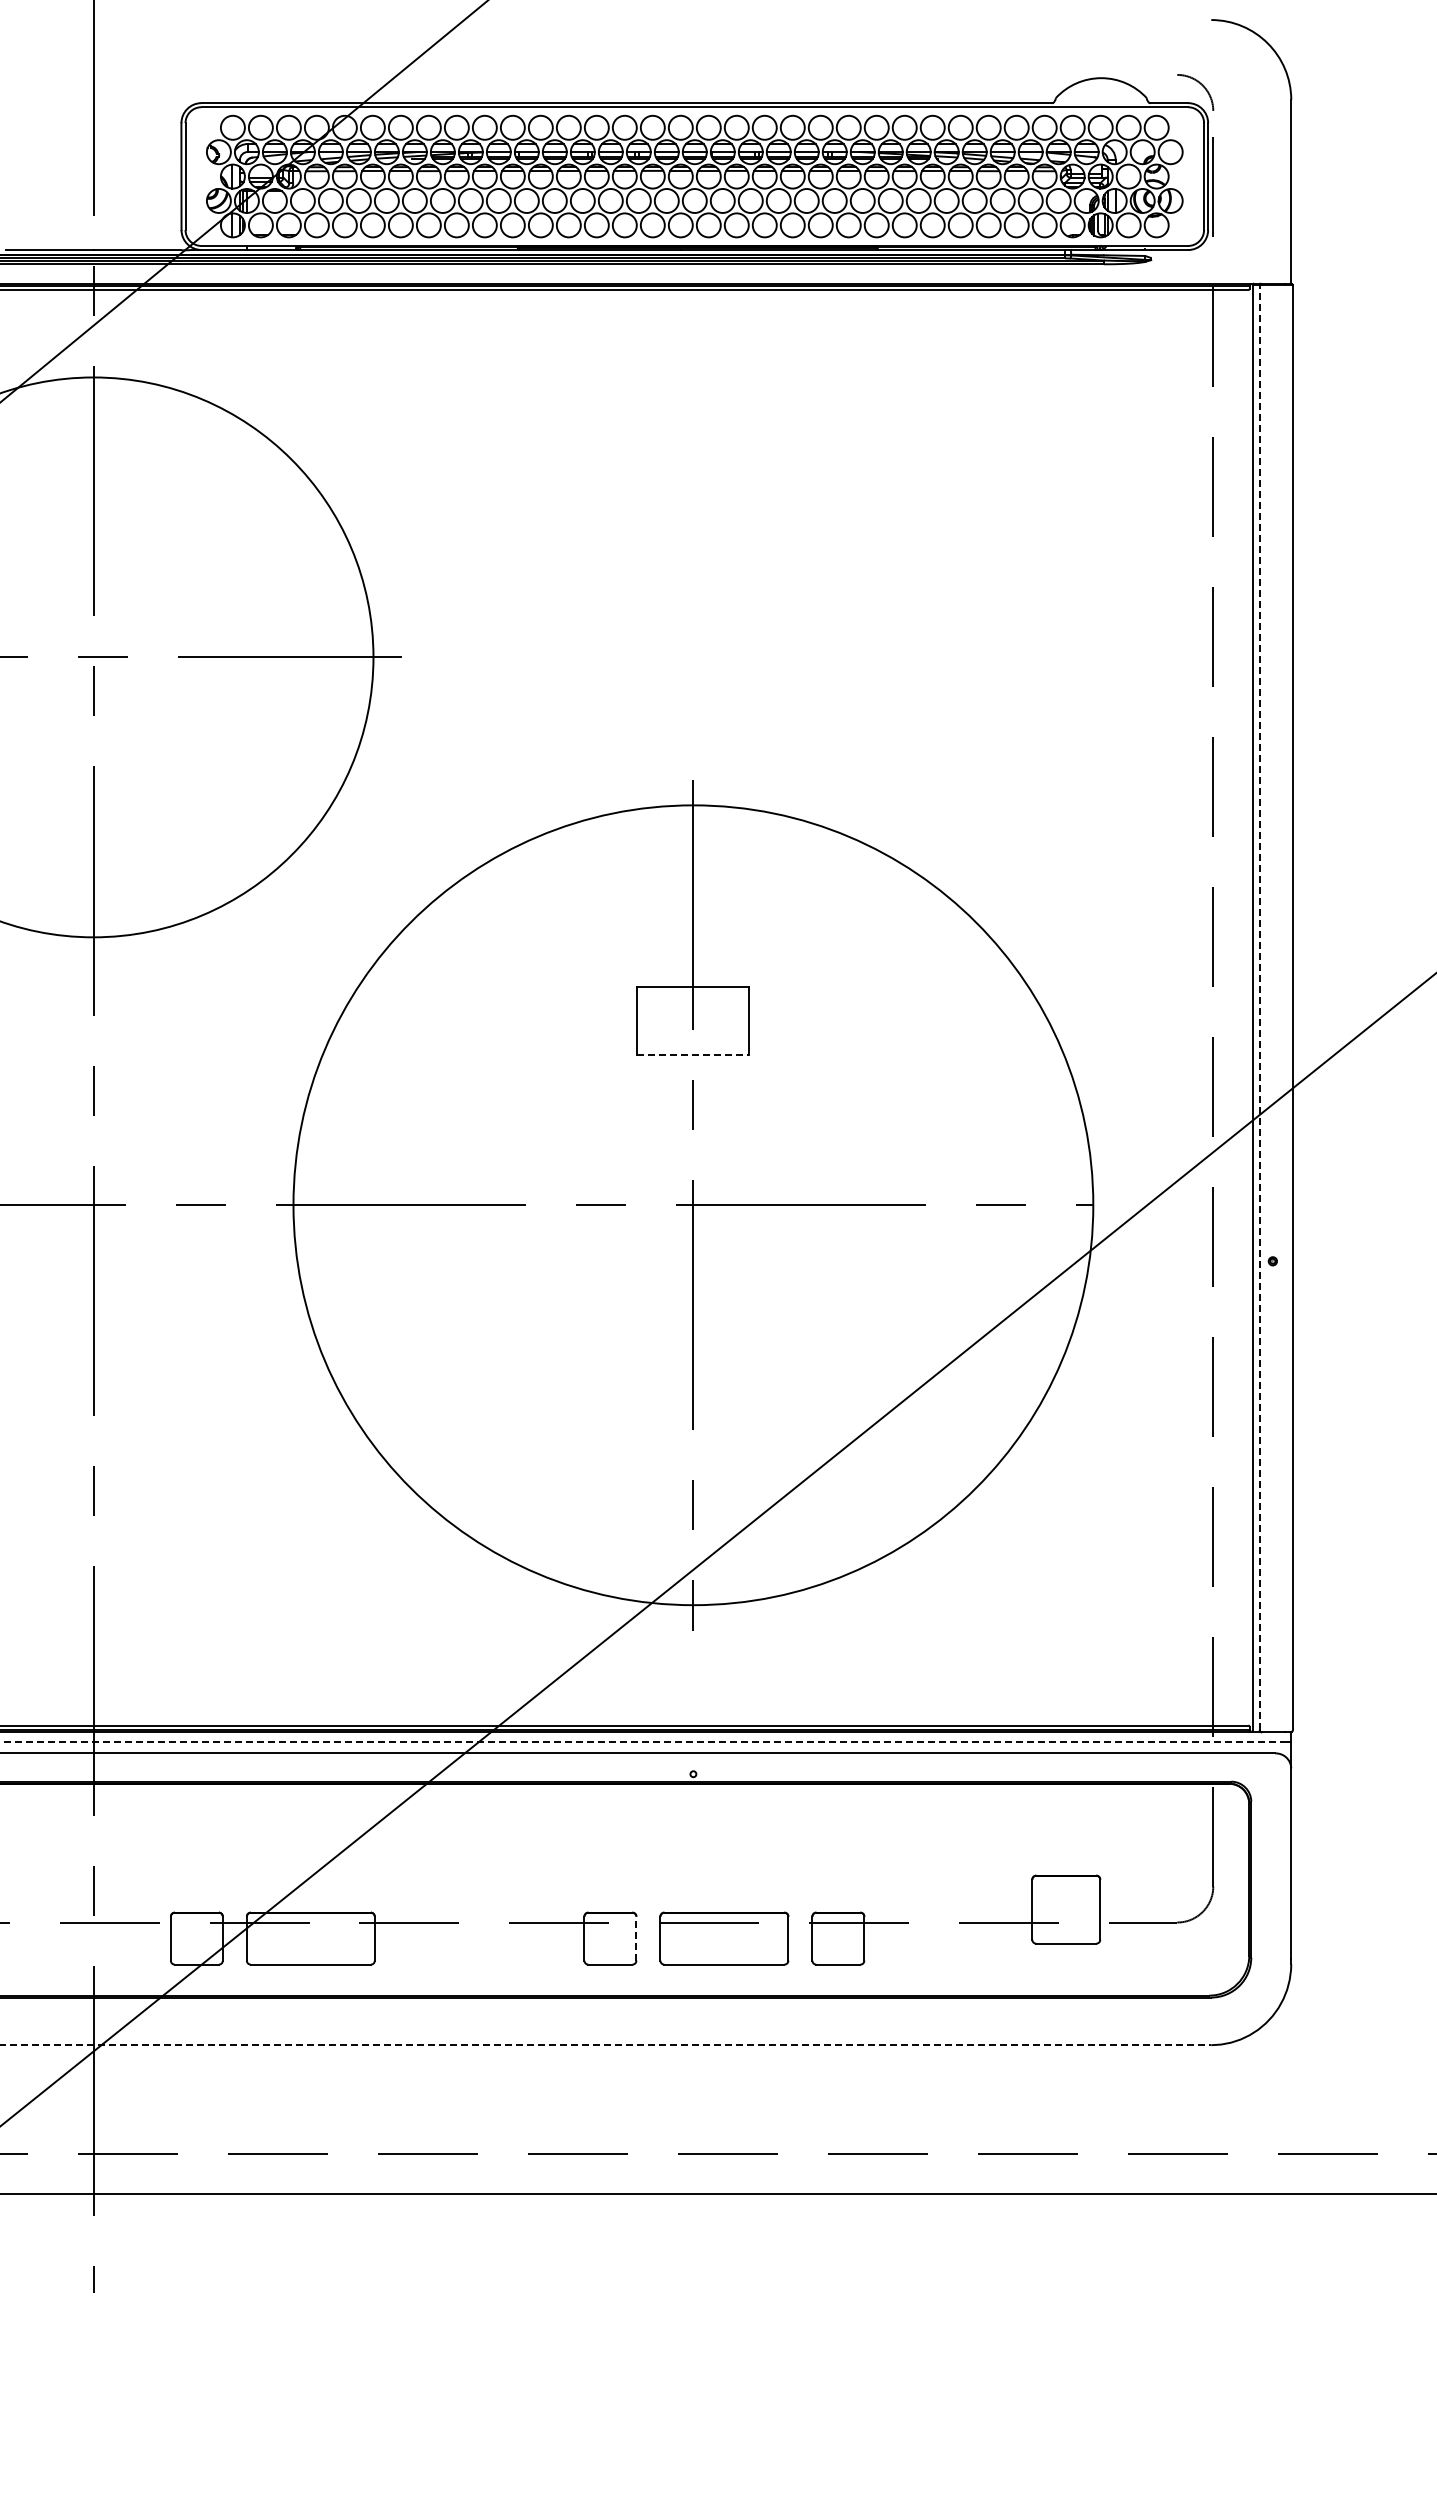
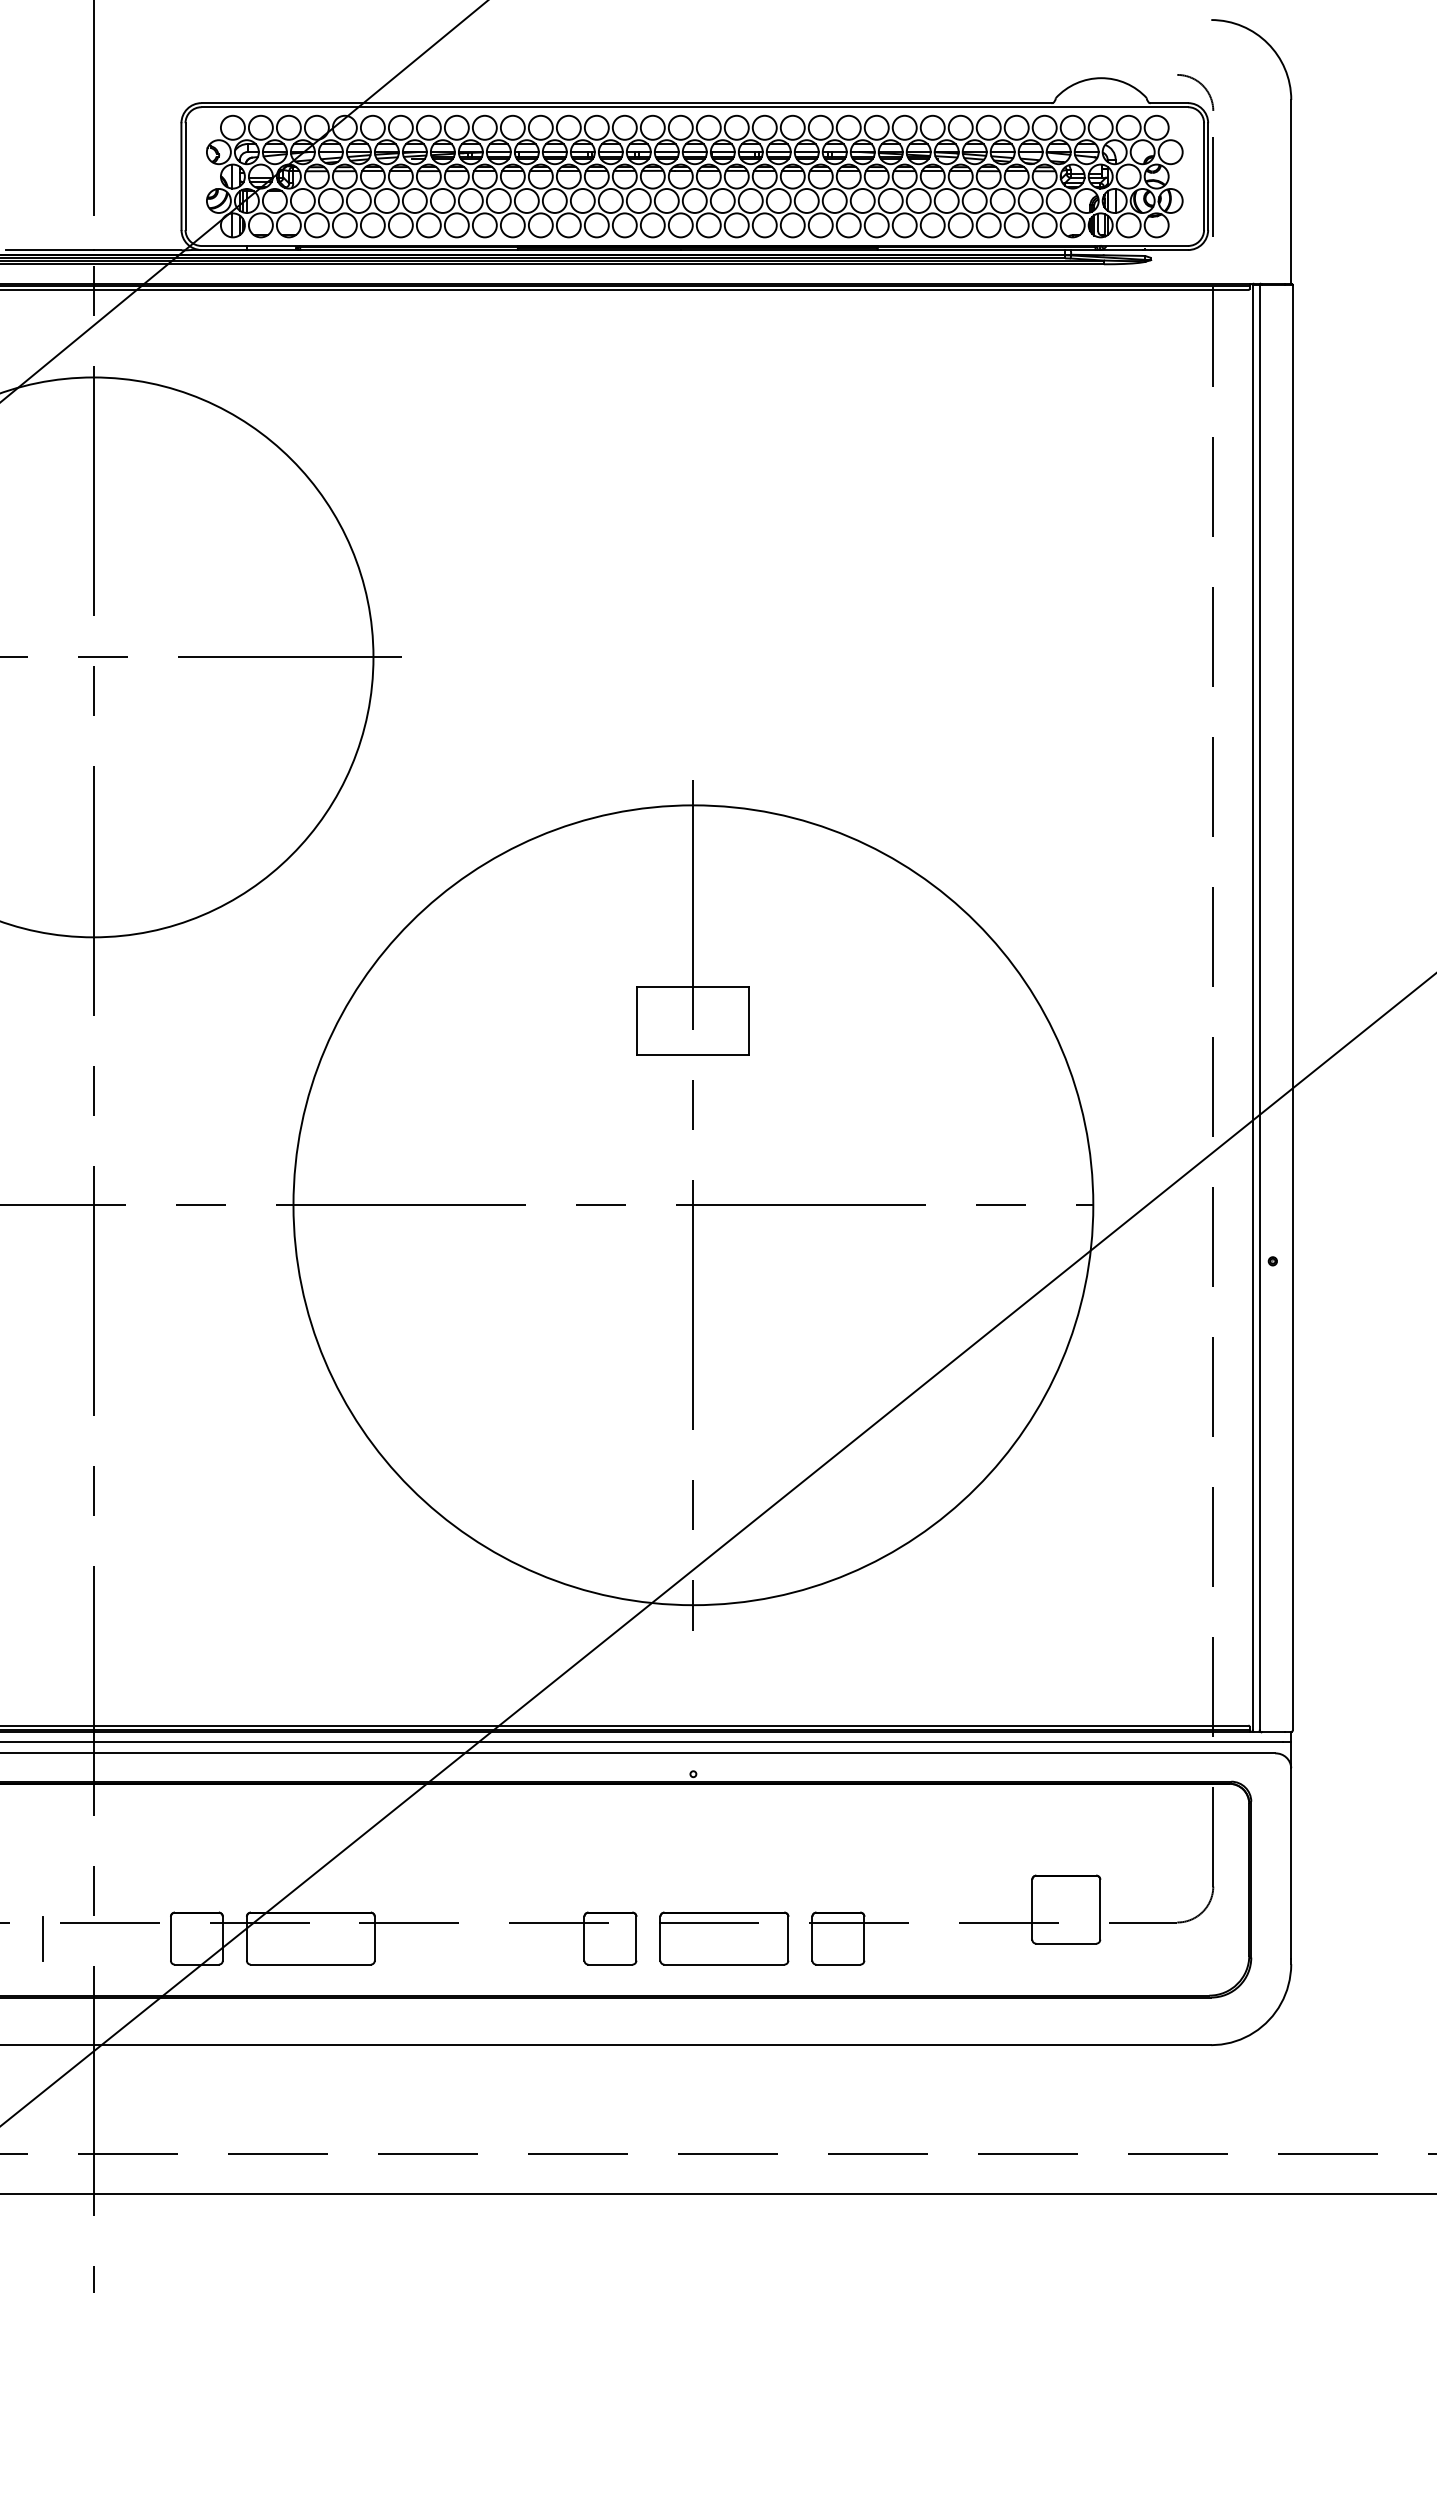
line at (1259, 1007): dashed -> solid
line at (693, 1055): dashed -> solid
line at (642, 1742): dashed -> solid
line at (42, 1938): none -> present
line at (636, 1938): dashed -> solid
line at (606, 2045): dashed -> solid
